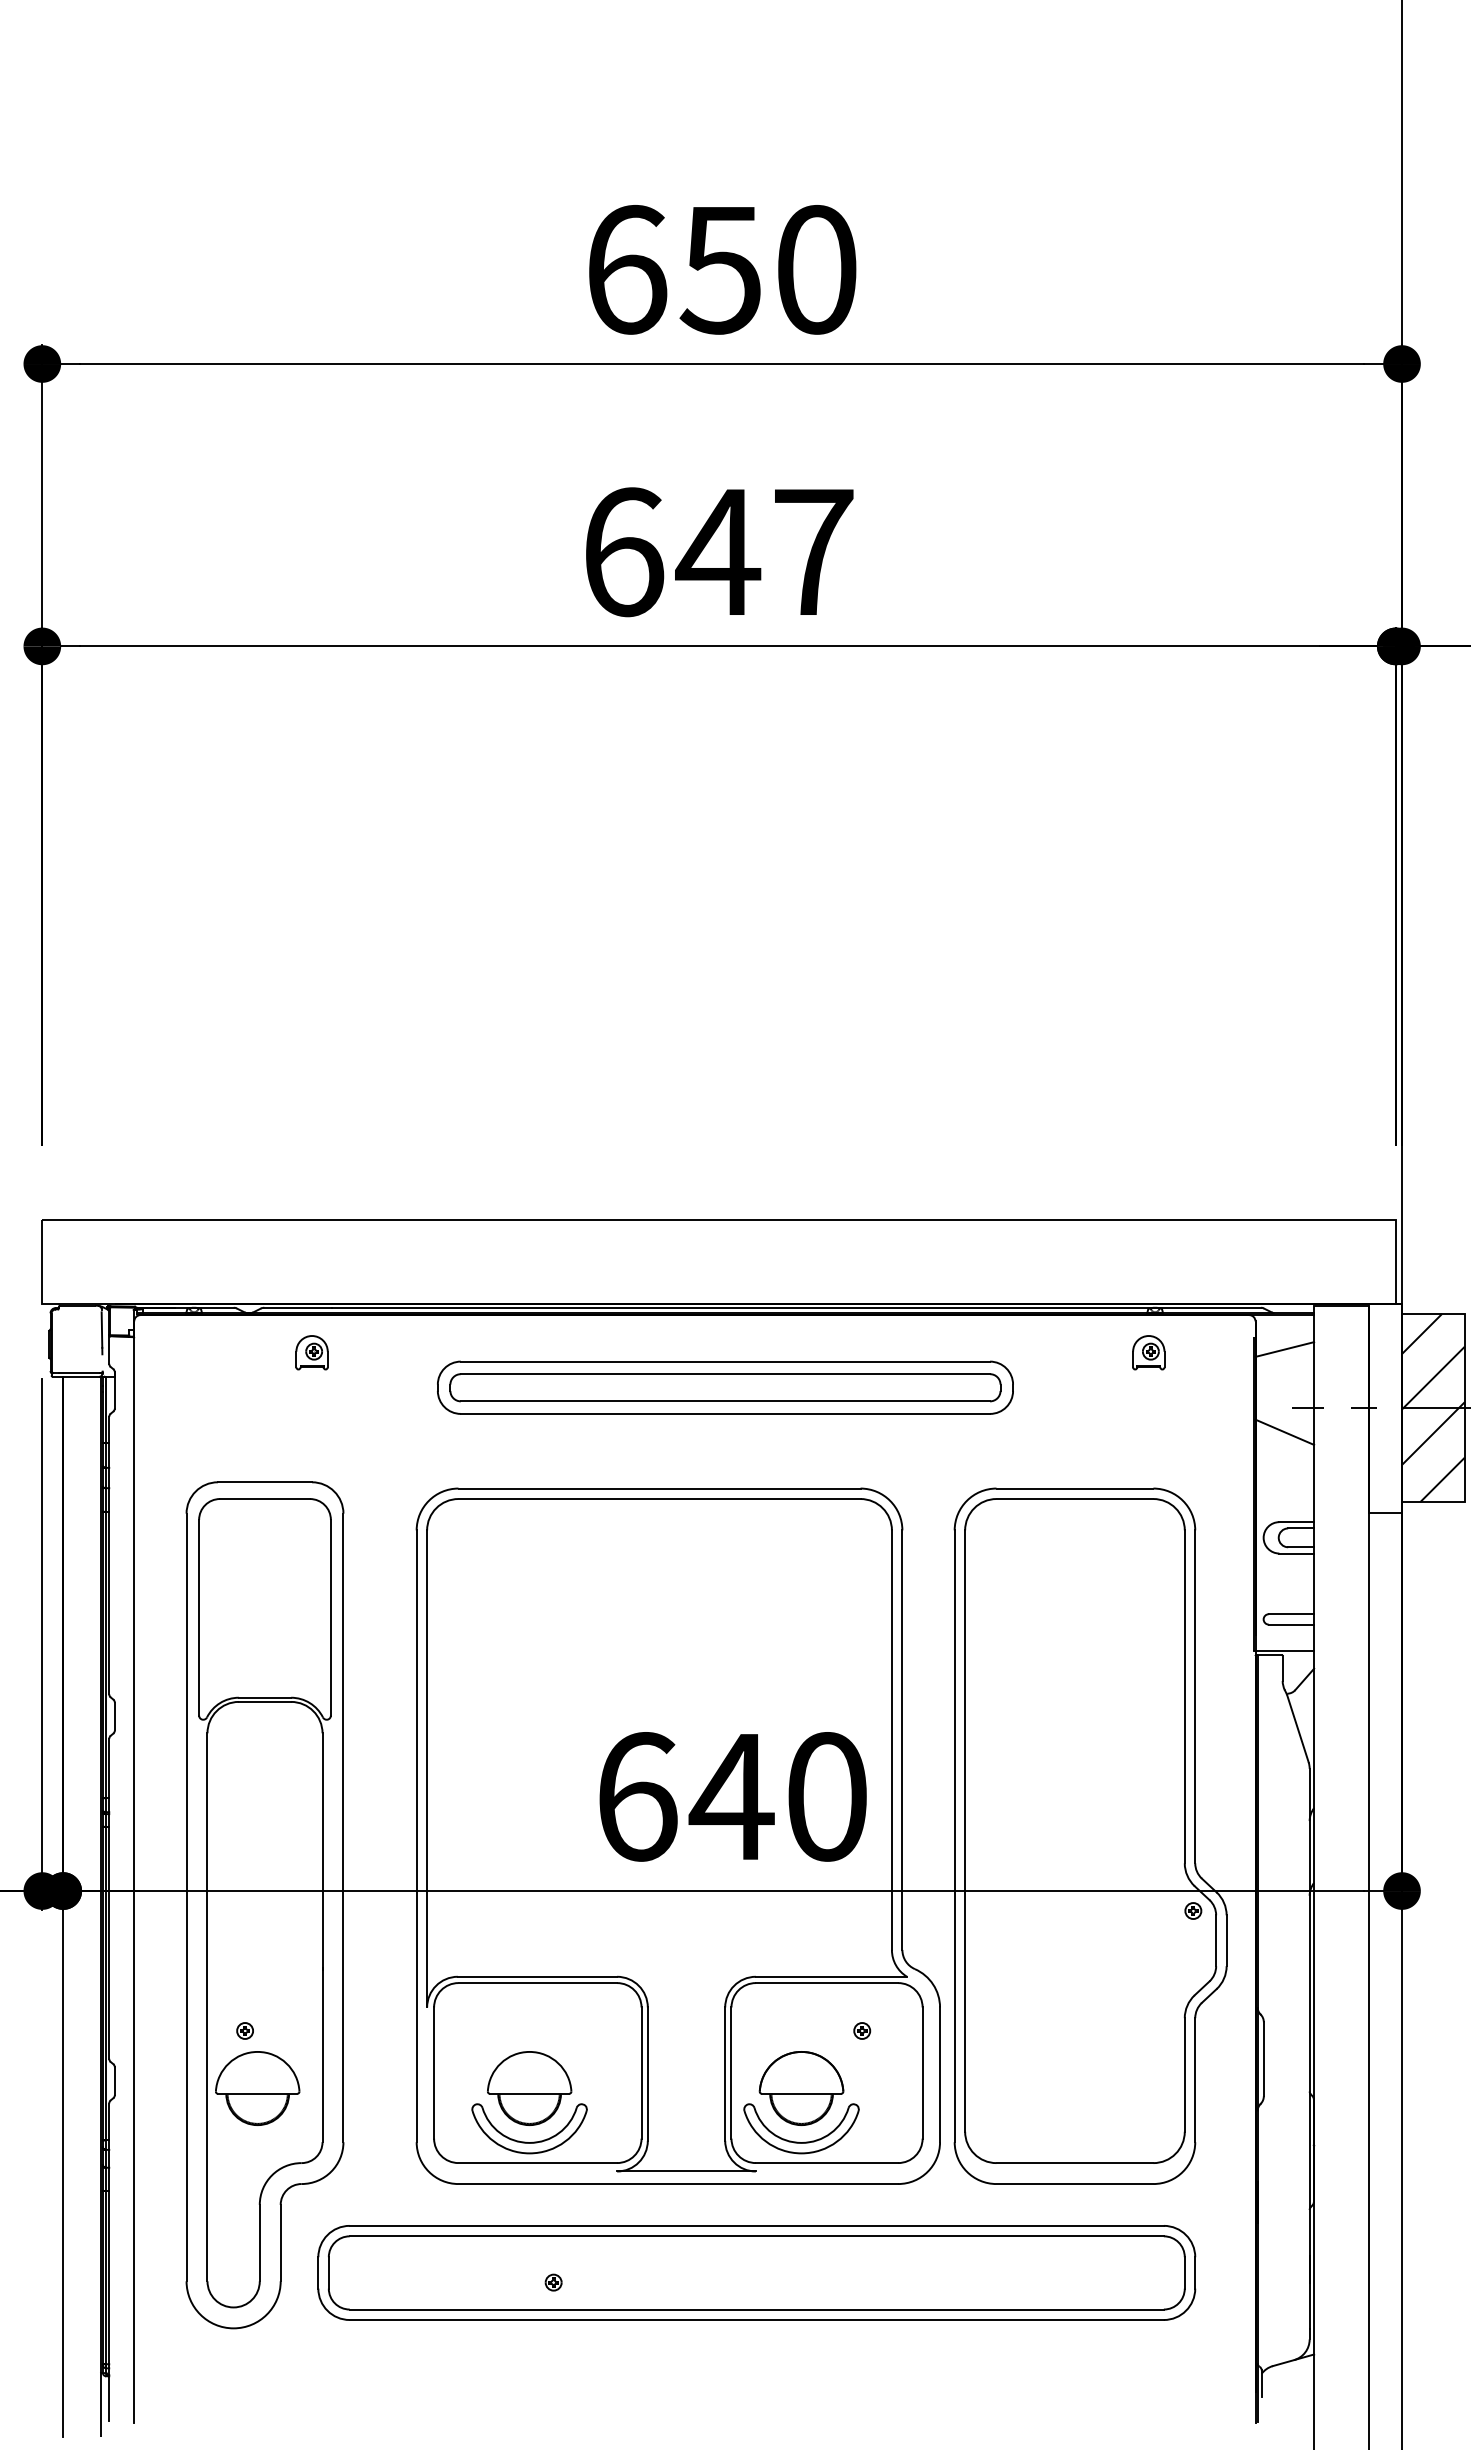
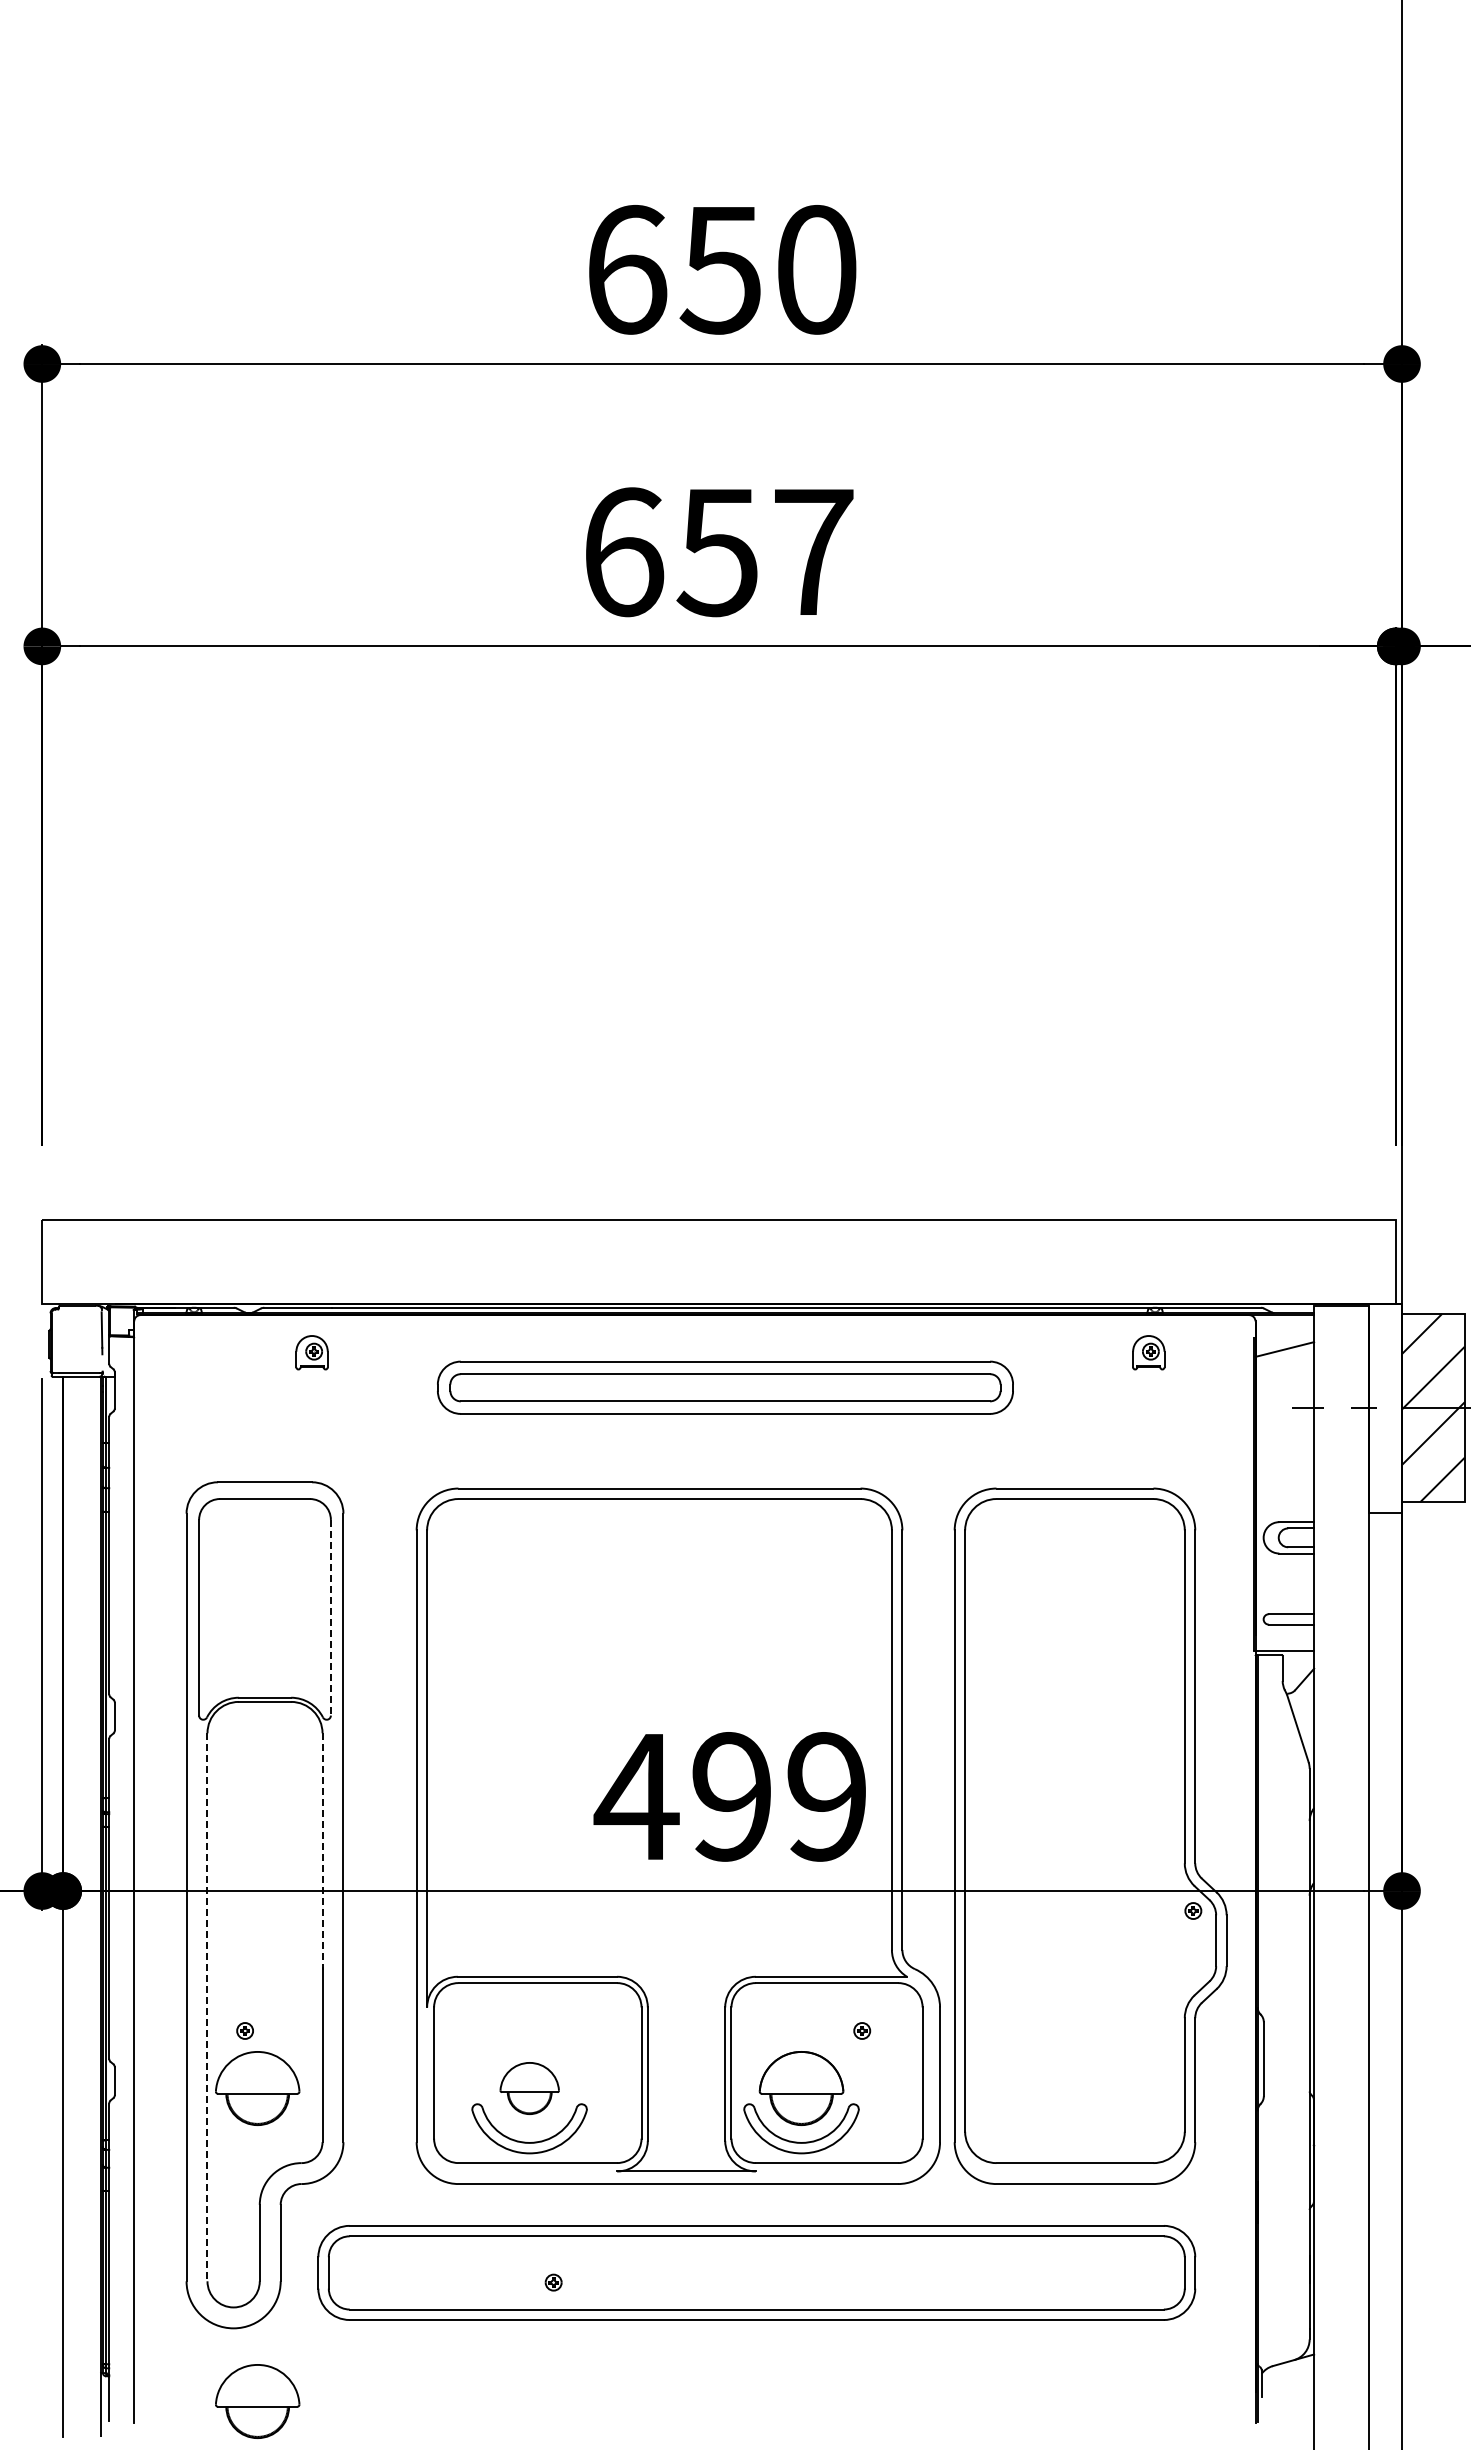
text at (718, 553): 647 -> 657
line at (1284, 1431): present -> none
line at (330, 1617): solid -> dashed
text at (729, 1796): 640 -> 499
line at (322, 1852): solid -> dashed
line at (207, 2007): solid -> dashed
part at (529, 2088) size: 86x75 px -> 61x53 px
part at (257, 2401): none -> present
